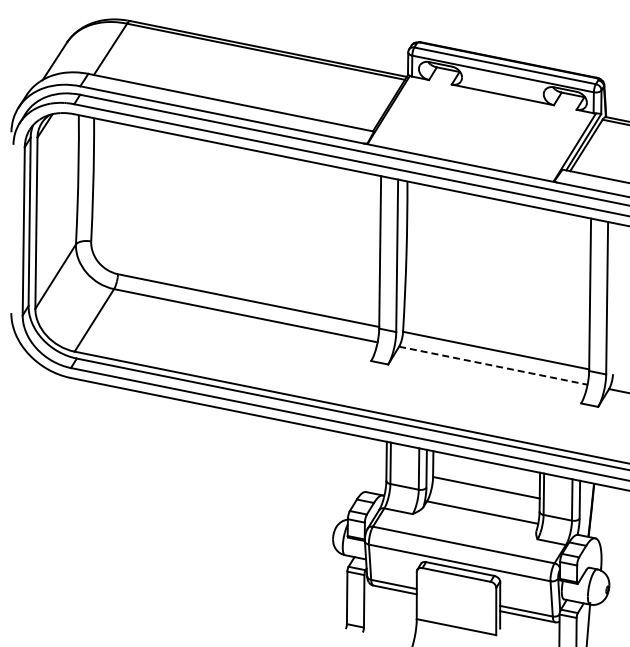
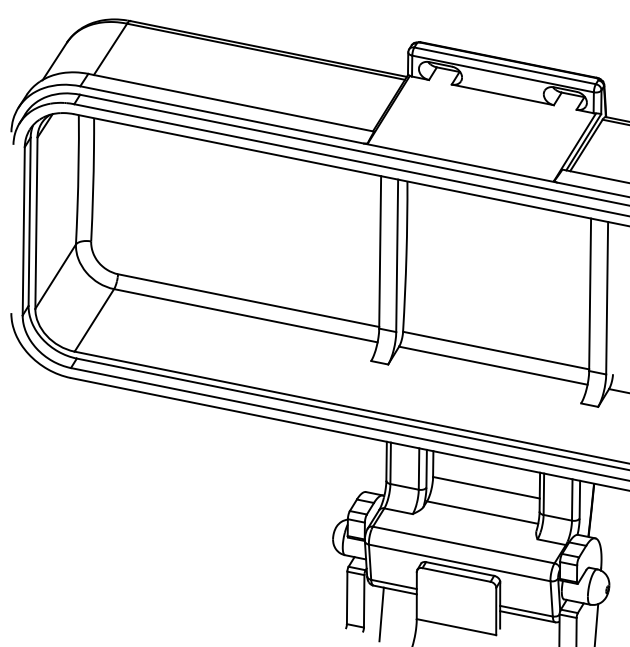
line at (493, 365): dashed -> solid
line at (381, 614): none -> present
line at (588, 623) position: (588, 623) -> (596, 623)
